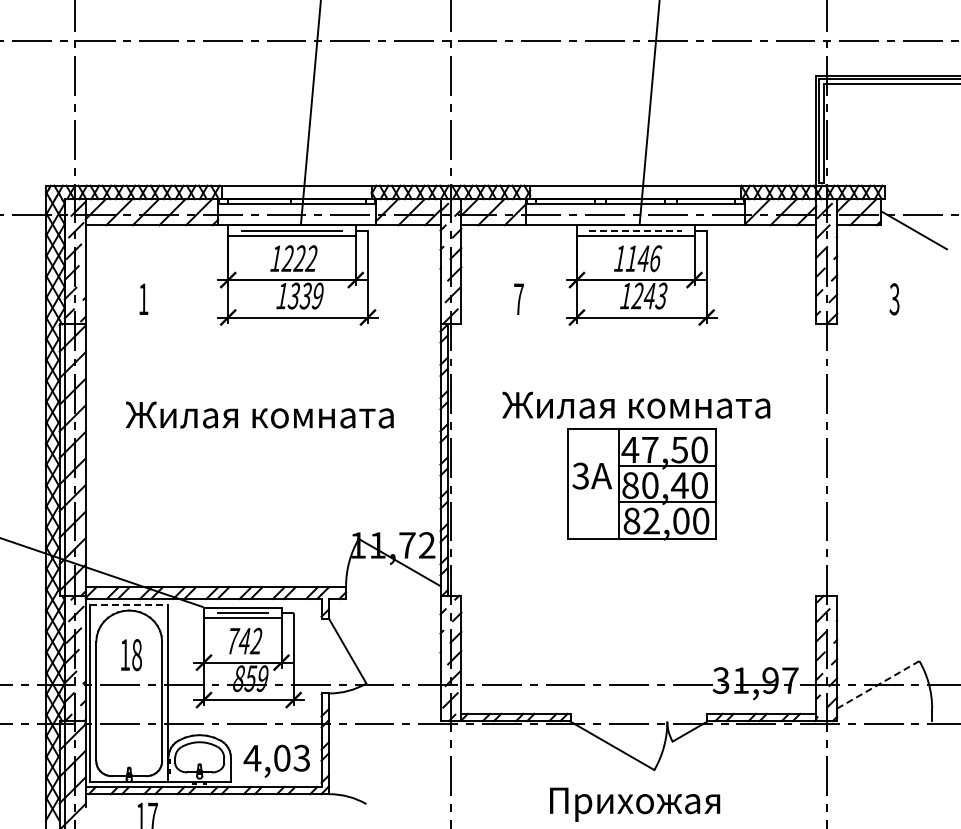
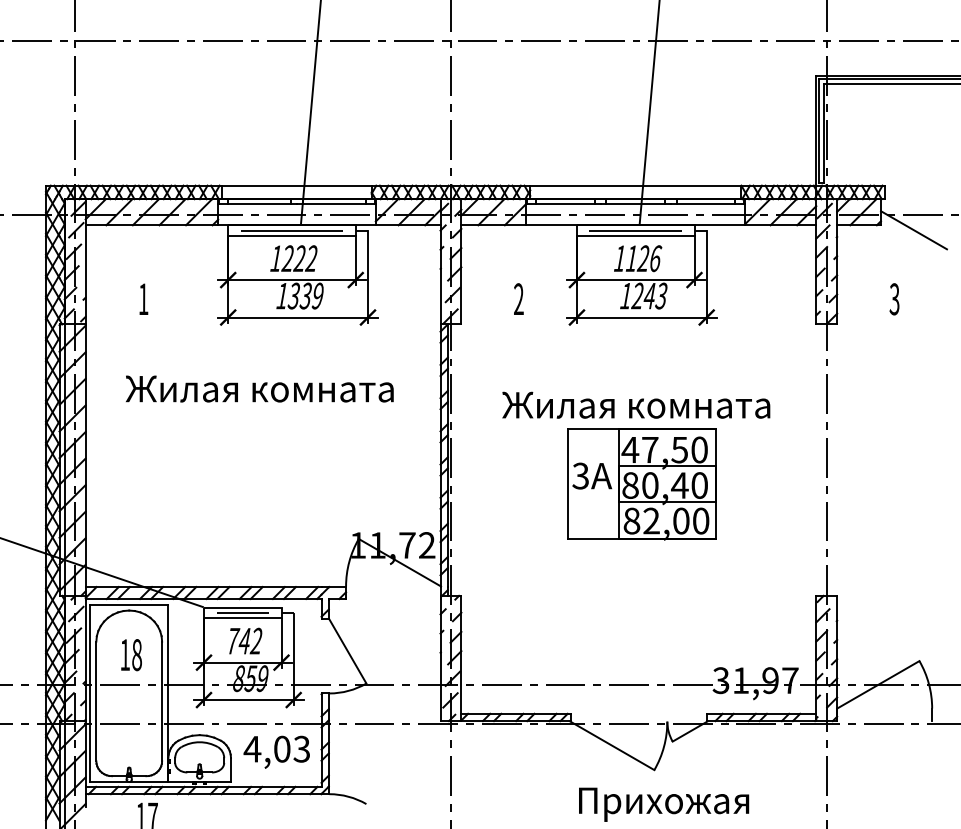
line at (636, 230): dashed -> solid
text at (642, 258): 1146 -> 1126
text at (518, 298): 7 -> 2
text at (259, 414) position: (259, 414) -> (259, 388)
line at (129, 604): dashed -> solid
line at (878, 684): dashed -> solid
text at (276, 760) position: (276, 760) -> (276, 751)
text at (635, 804) position: (635, 804) -> (664, 804)
